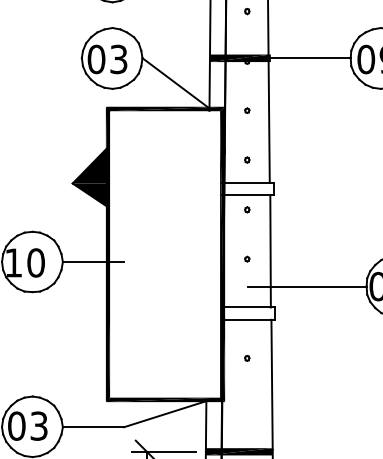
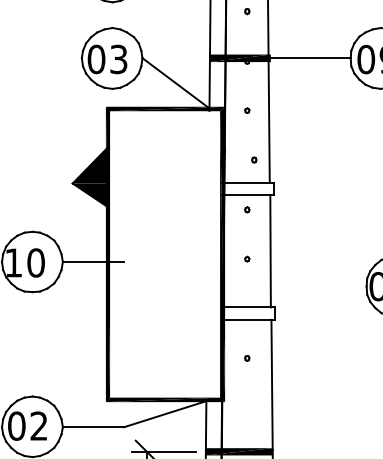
part at (247, 159) position: (247, 159) -> (254, 159)
line at (307, 286): present -> none
text at (38, 425): 03 -> 02
